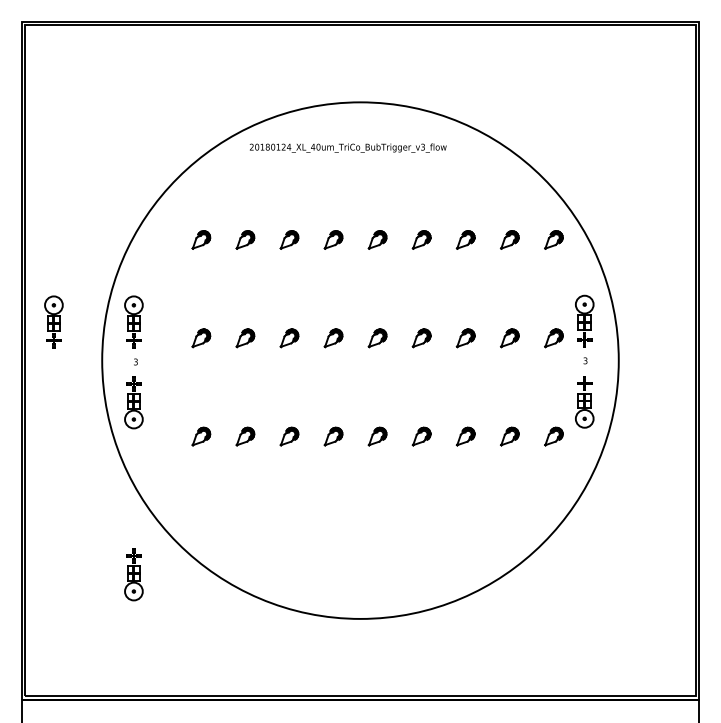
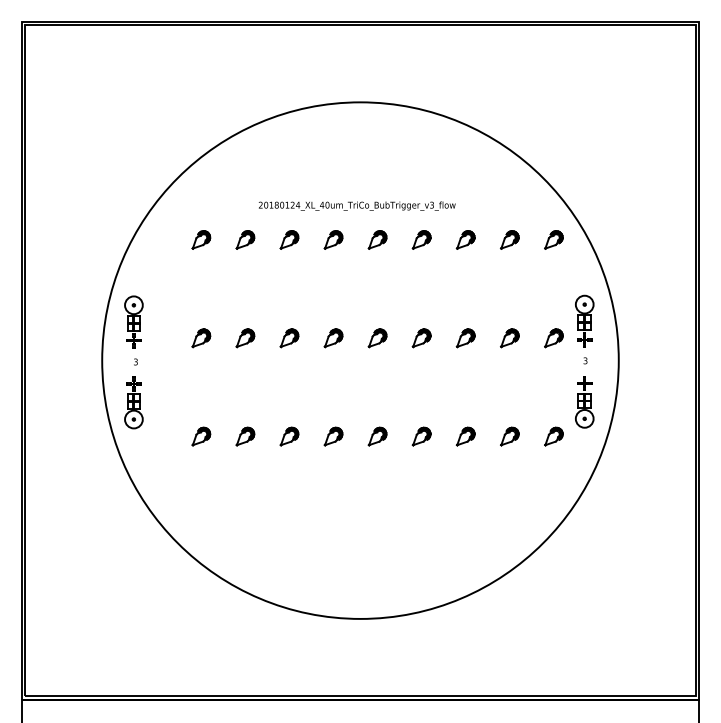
text at (347, 147) position: (347, 147) -> (356, 205)
part at (53, 321): present -> none
part at (133, 574): present -> none
